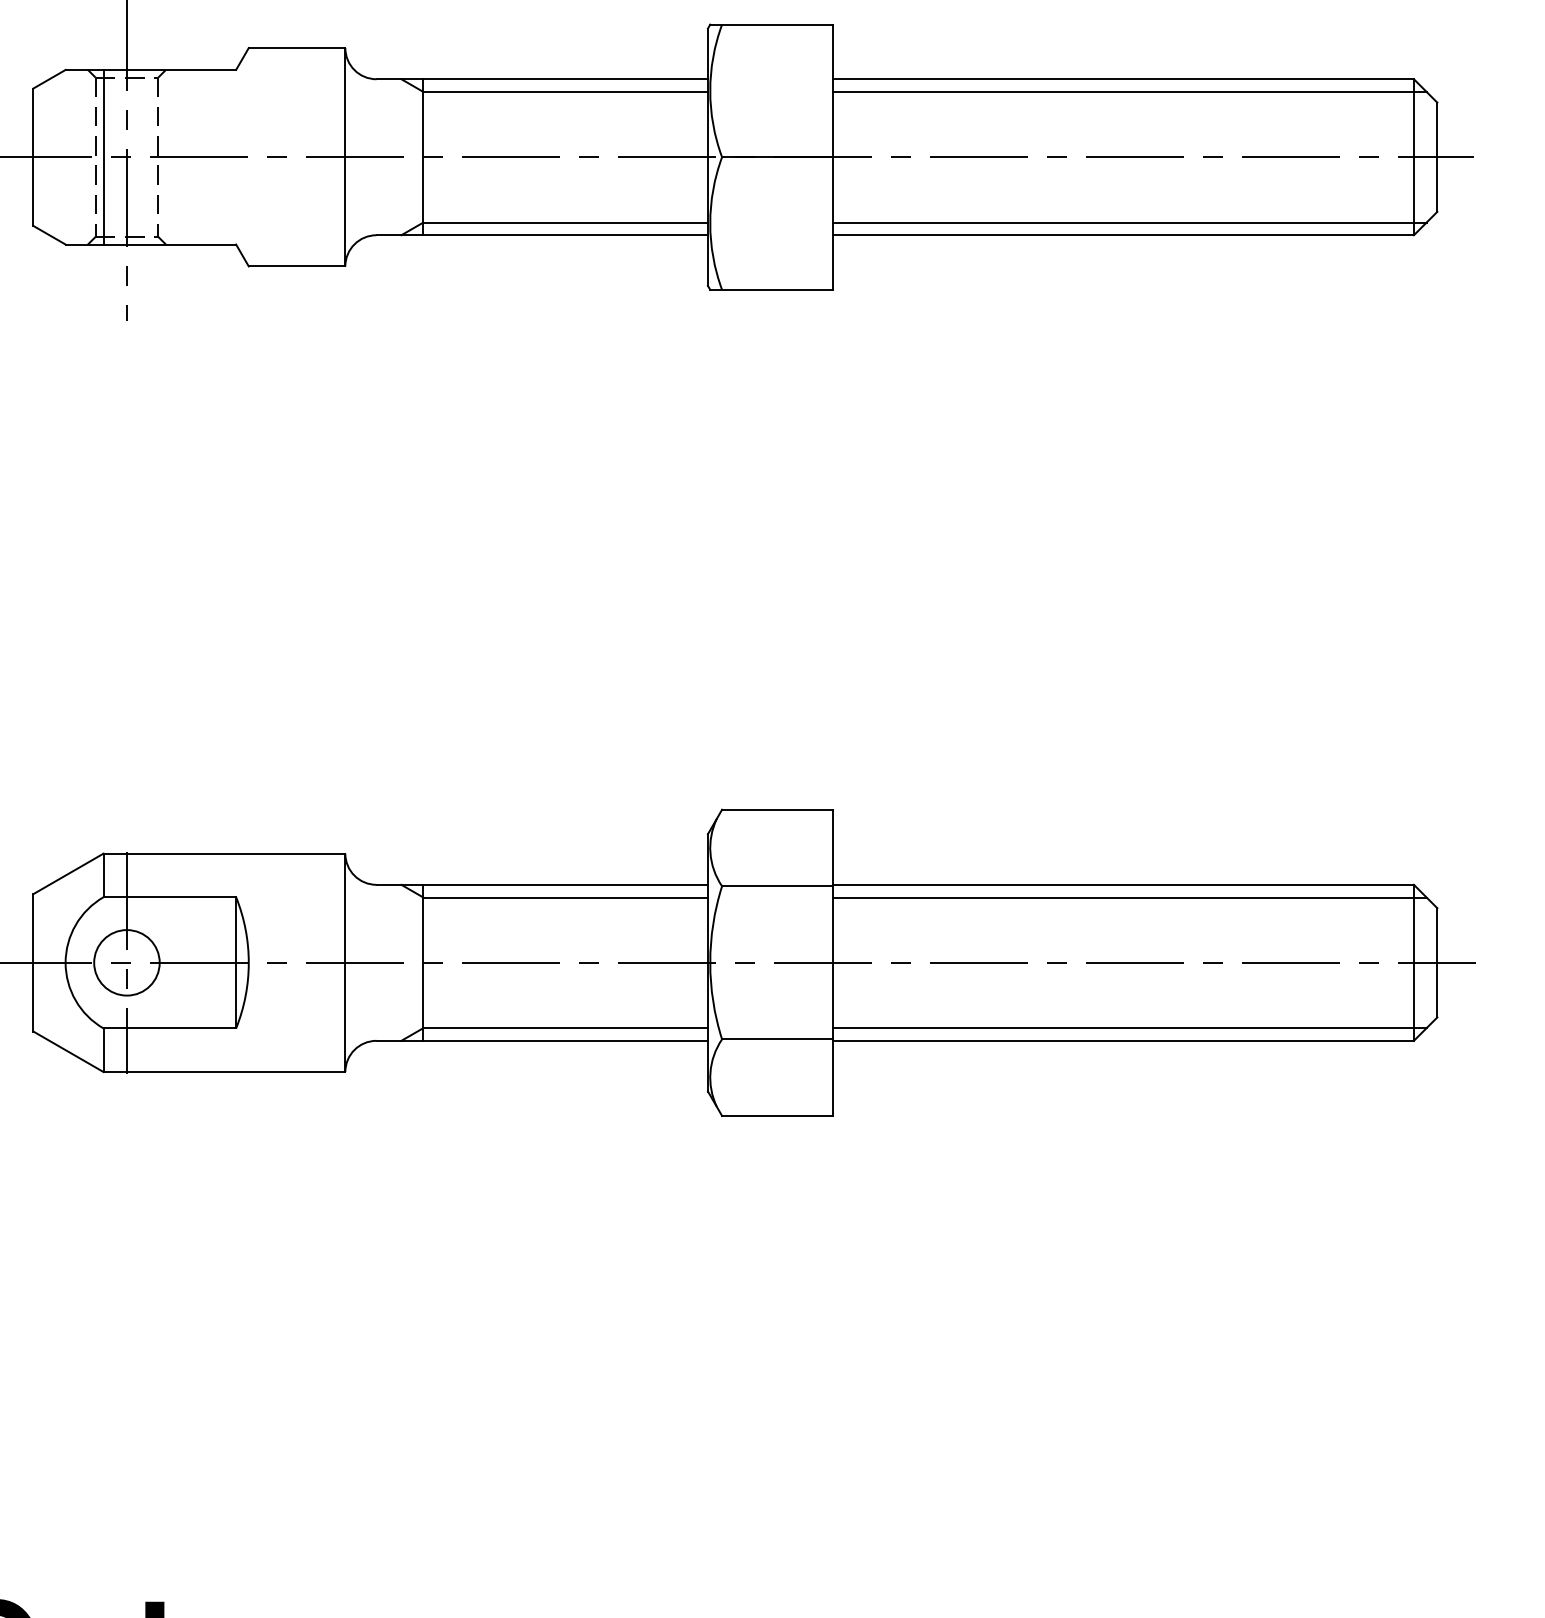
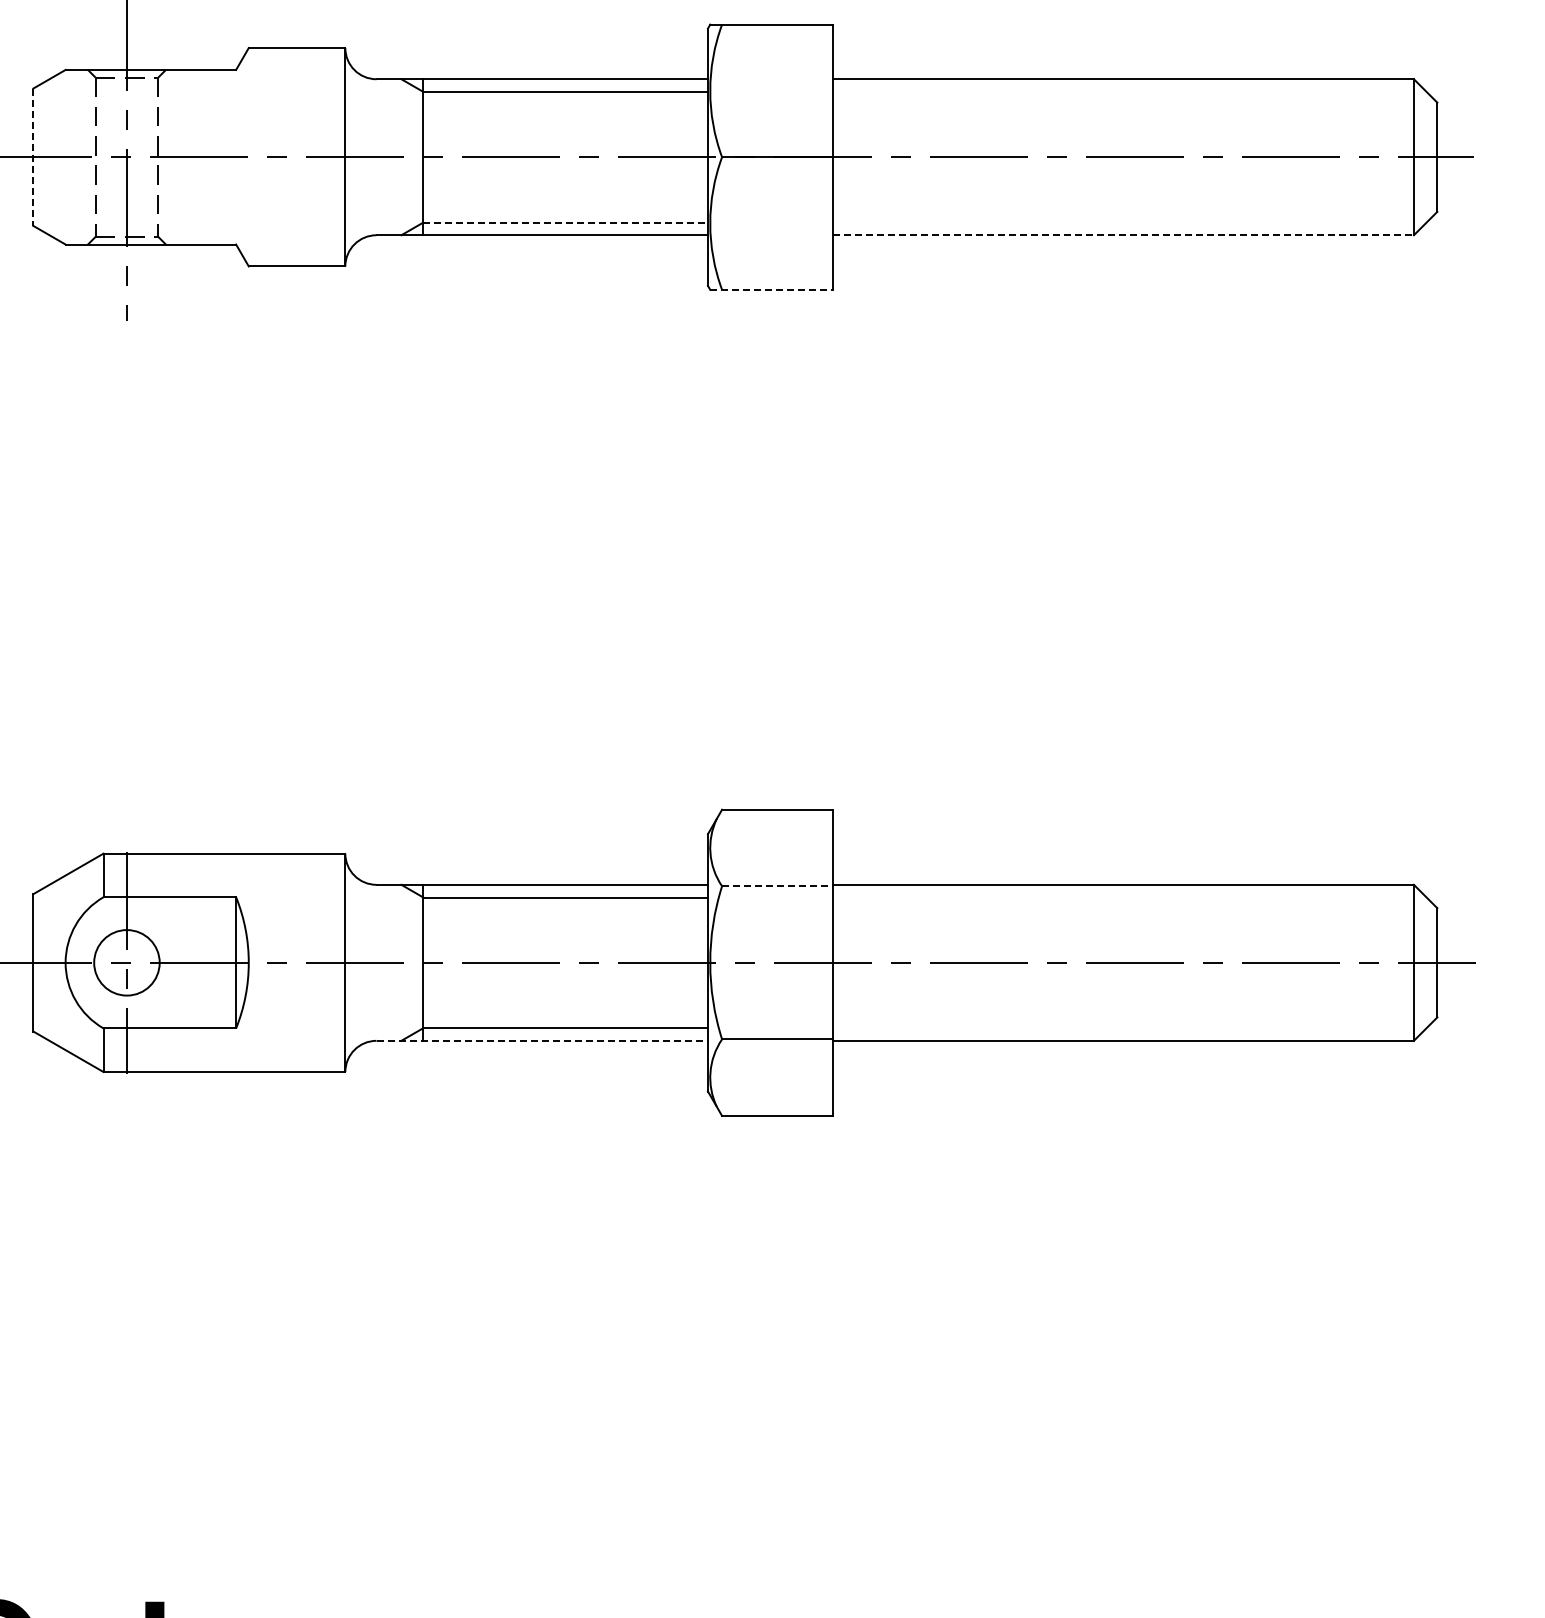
line at (1129, 91): present -> none
line at (103, 156): present -> none
line at (33, 157): solid -> dashed
line at (566, 222): solid -> dashed
line at (1129, 222): present -> none
line at (1123, 235): solid -> dashed
line at (772, 289): solid -> dashed
line at (777, 886): solid -> dashed
line at (1129, 897): present -> none
line at (1129, 1028): present -> none
line at (542, 1040): solid -> dashed
